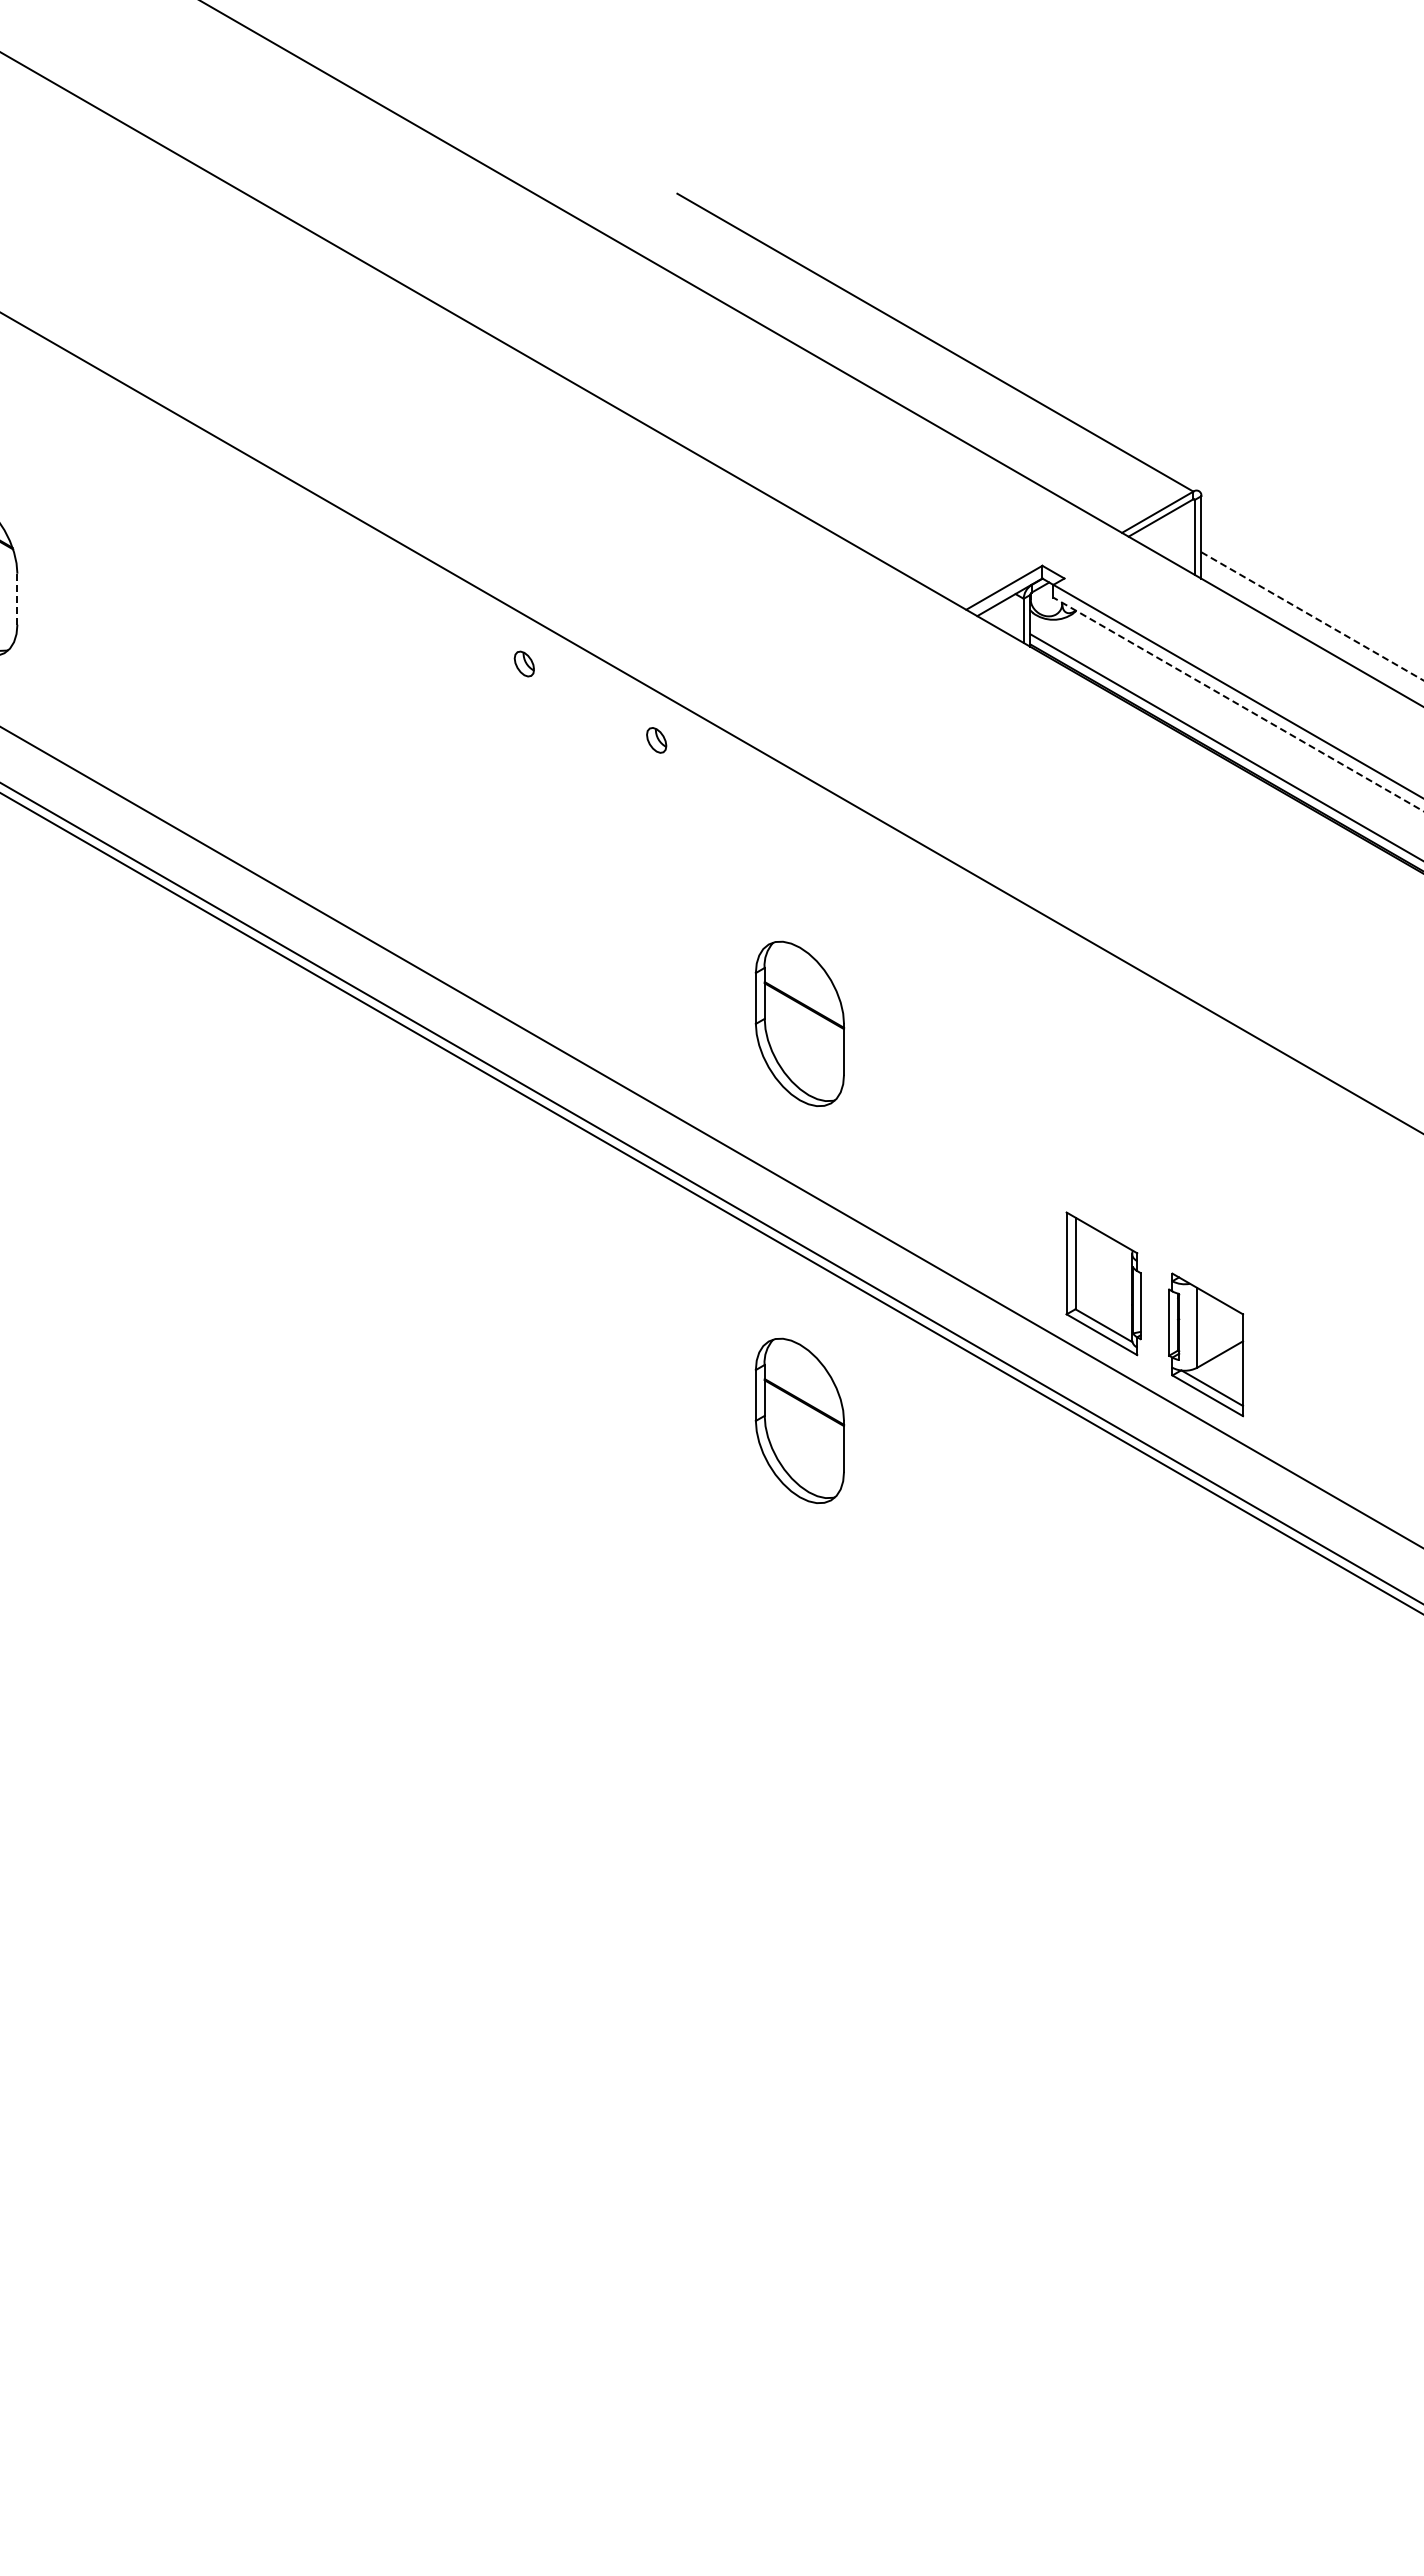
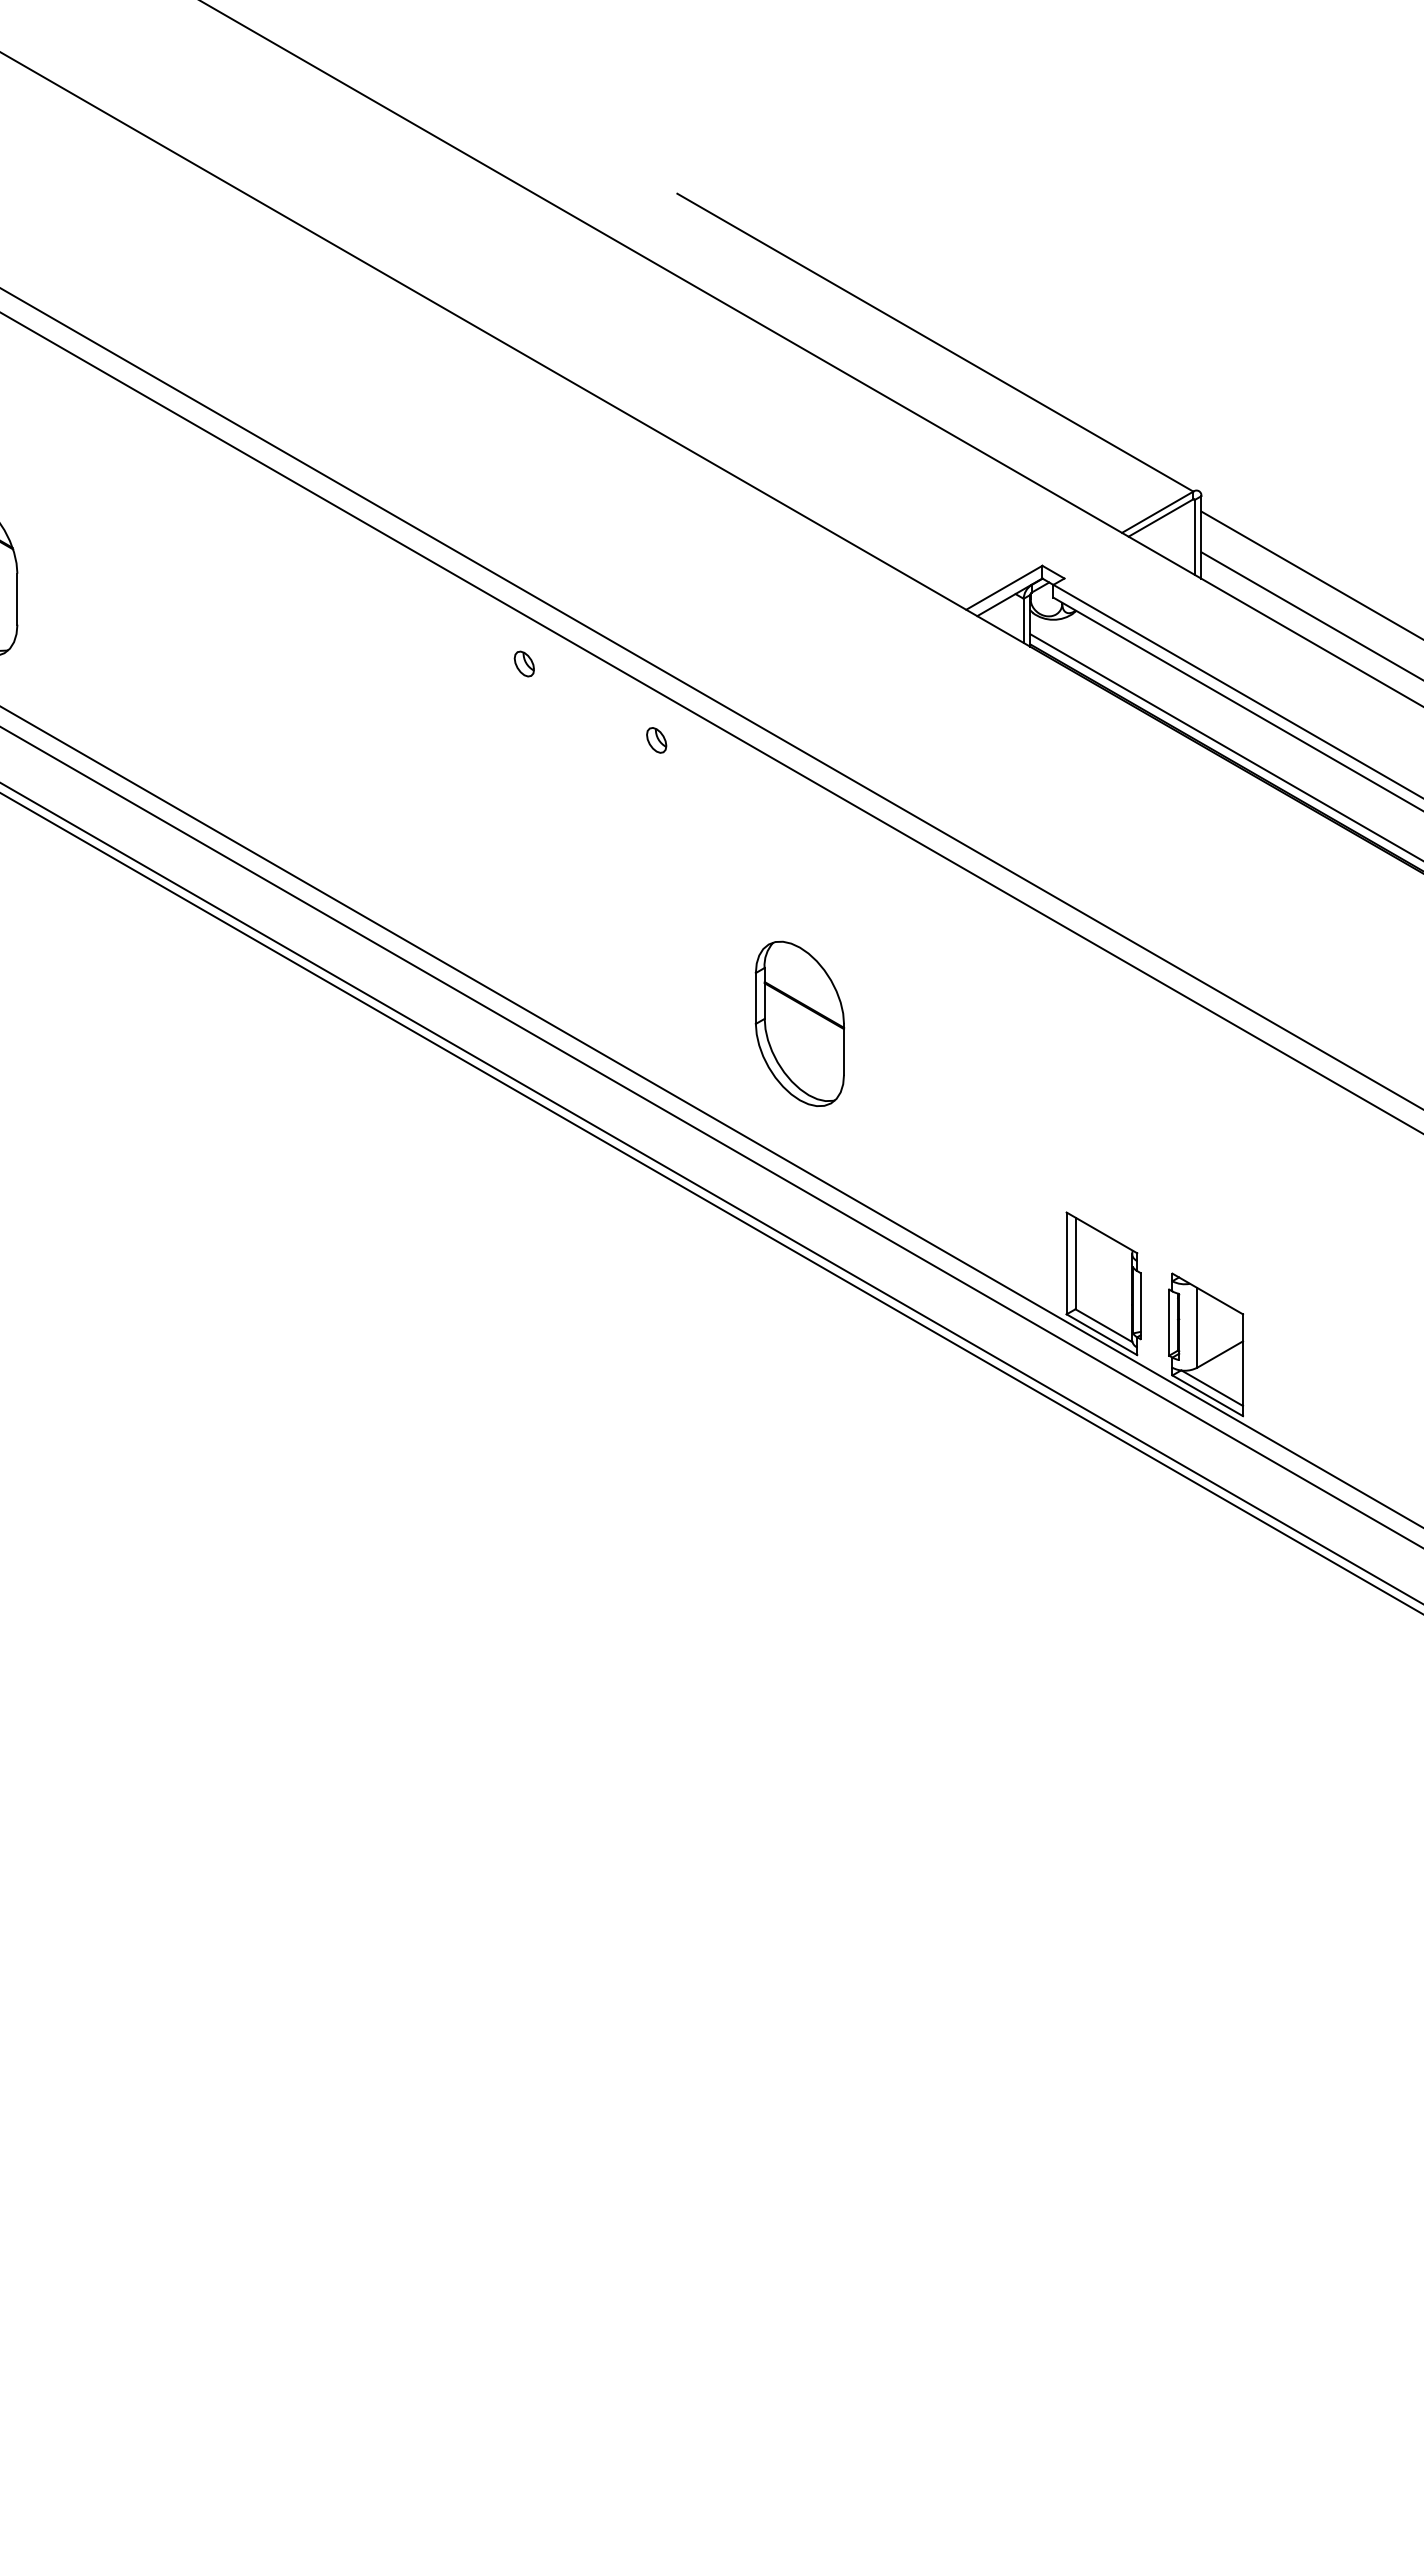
line at (1310, 574): none -> present
line at (17, 599): dashed -> solid
line at (1312, 616): dashed -> solid
line at (711, 698): none -> present
line at (1237, 704): dashed -> solid
line at (711, 1116): none -> present
part at (799, 1420): present -> none
